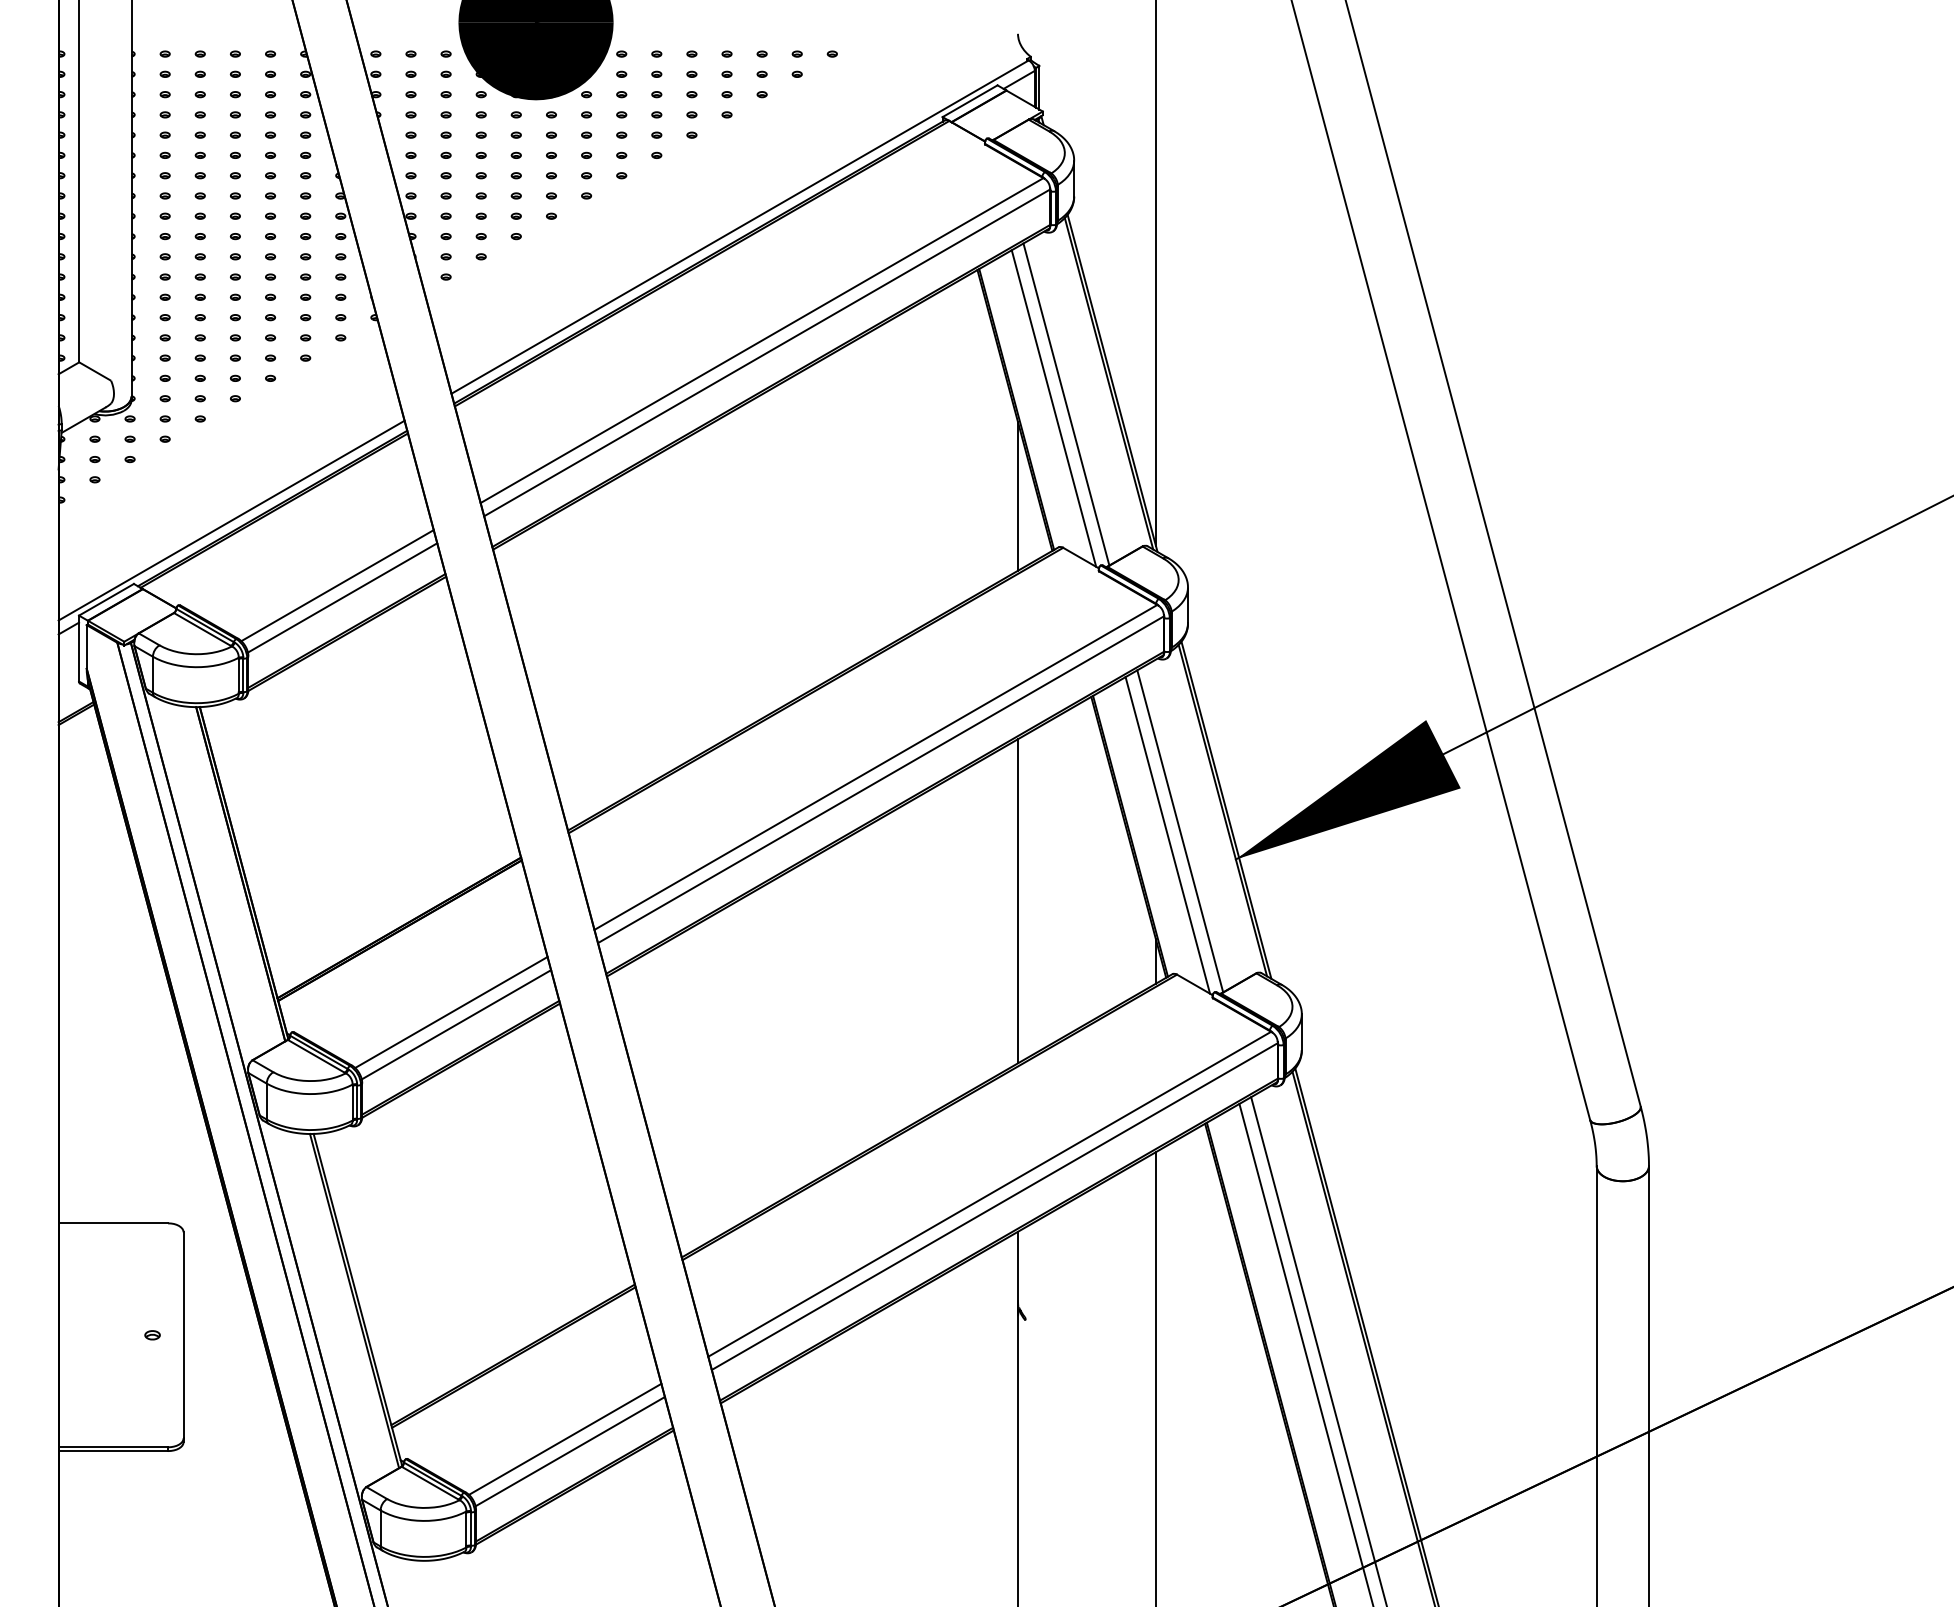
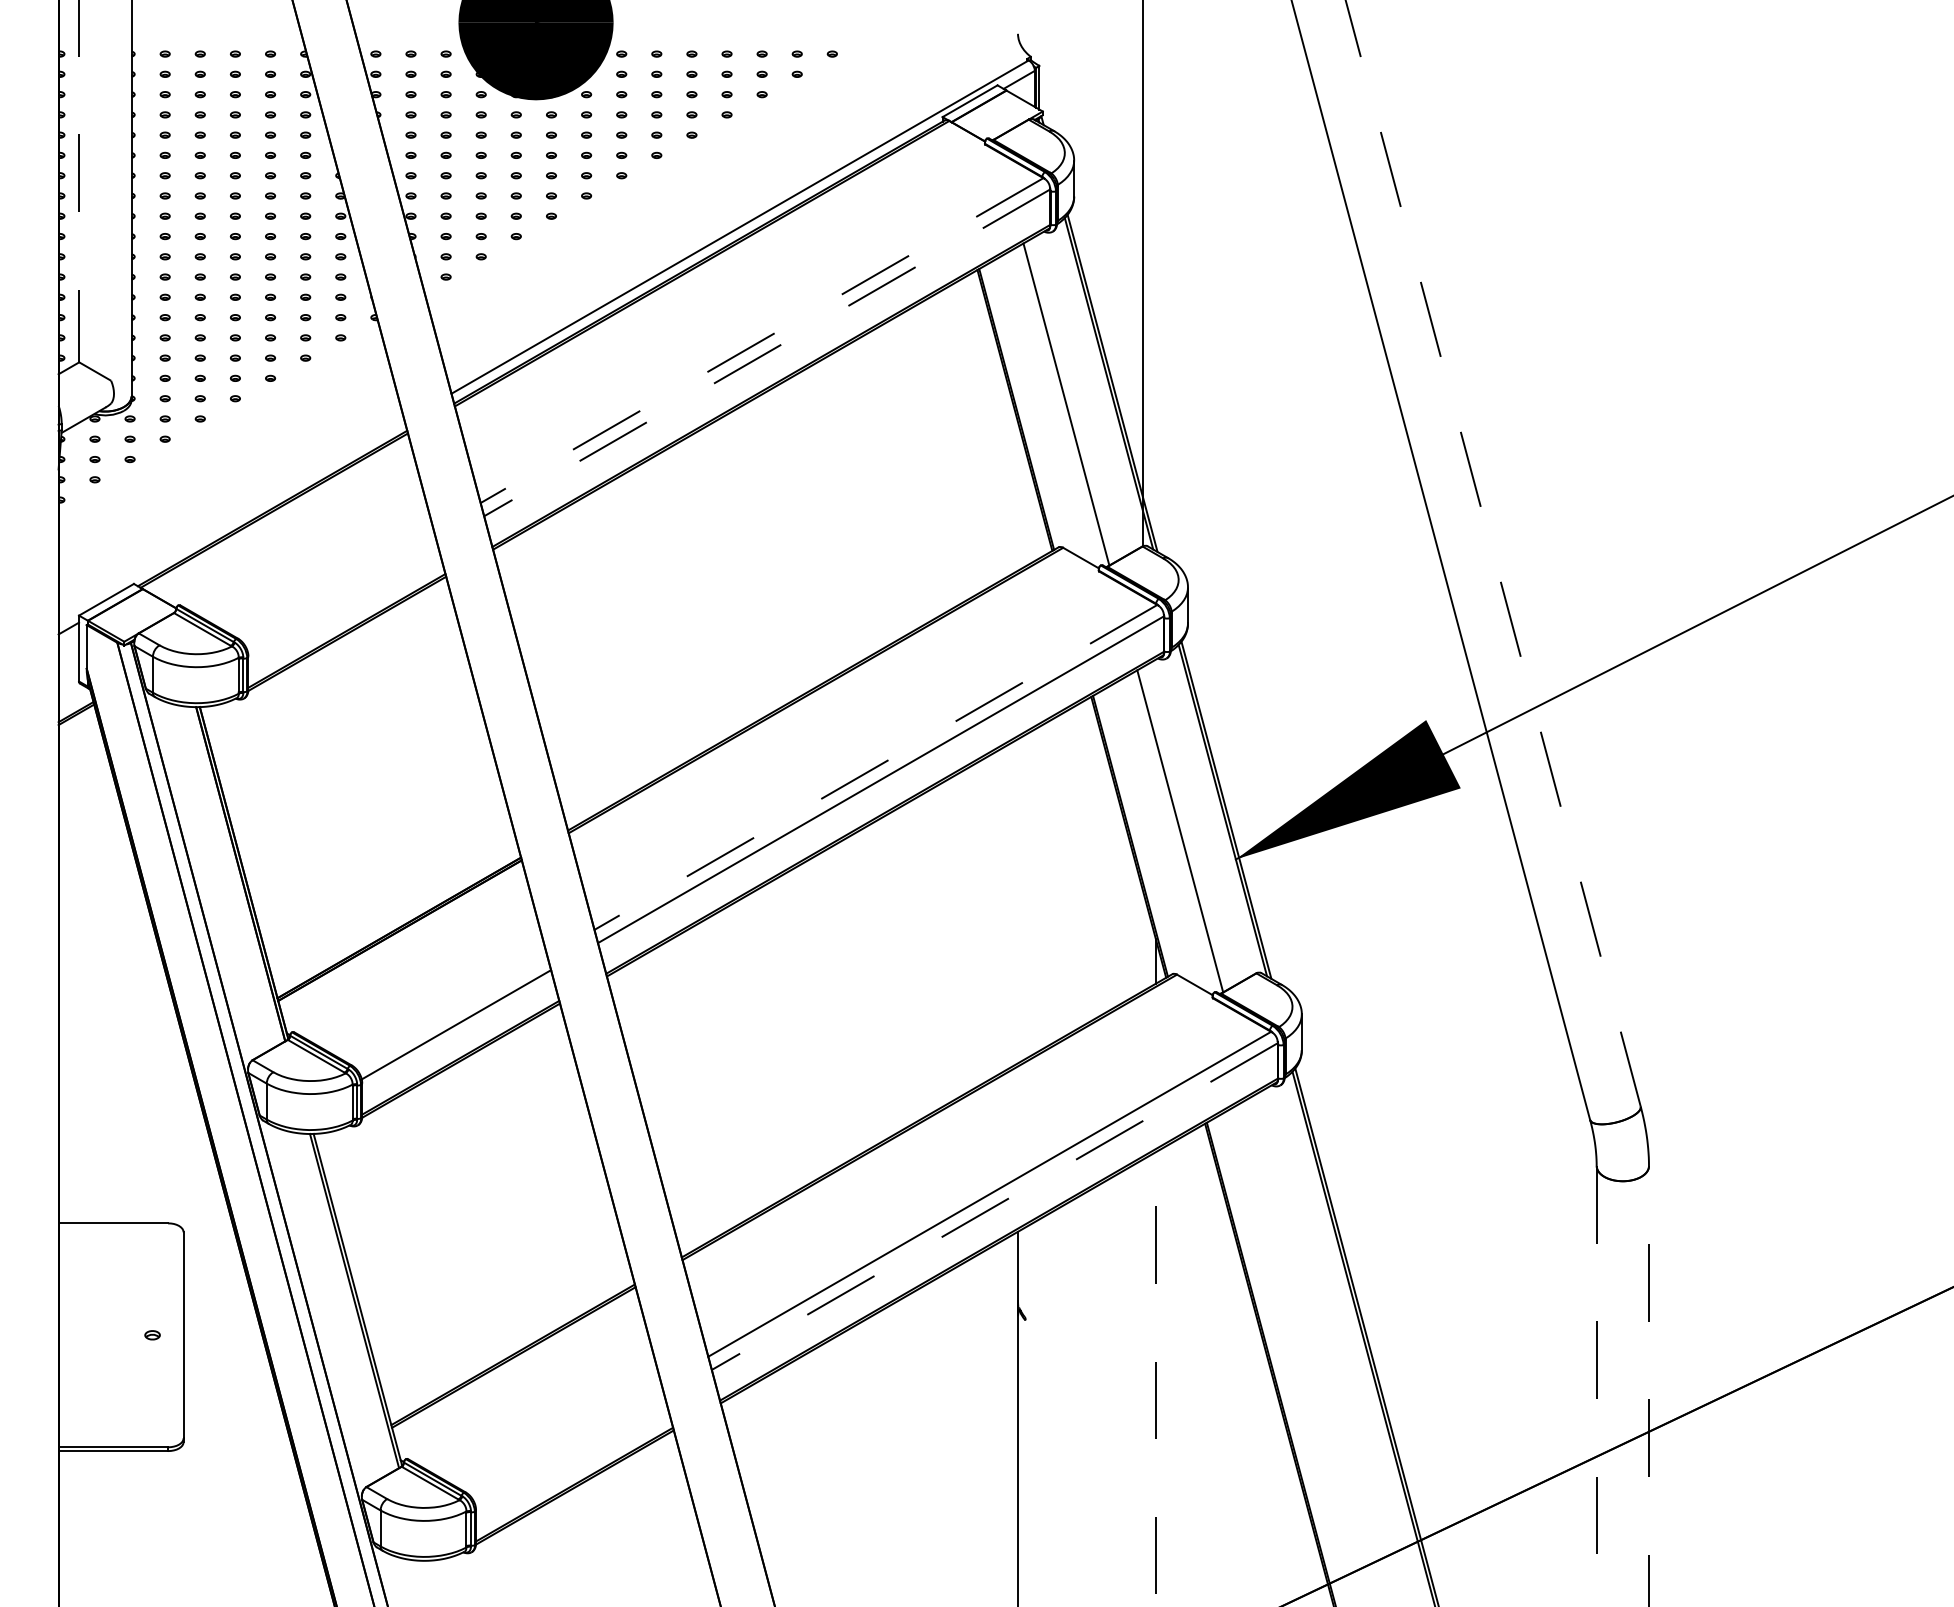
line at (79, 181): solid -> dashed
line at (1155, 273) position: (1155, 273) -> (1142, 273)
line at (762, 340): solid -> dashed
line at (767, 352): solid -> dashed
line at (1053, 408): present -> none
line at (1017, 496): present -> none
line at (231, 520): present -> none
line at (1493, 553): solid -> dashed
line at (337, 585): present -> none
line at (342, 597): present -> none
line at (875, 767): solid -> dashed
line at (1167, 835): present -> none
line at (1017, 901): present -> none
line at (451, 1012): present -> none
line at (994, 1206): solid -> dashed
line at (1318, 1350): present -> none
line at (1305, 1353): present -> none
line at (1155, 1379): solid -> dashed
line at (1596, 1386): solid -> dashed
line at (1648, 1386): solid -> dashed
line at (565, 1438): present -> none
line at (569, 1451): present -> none
